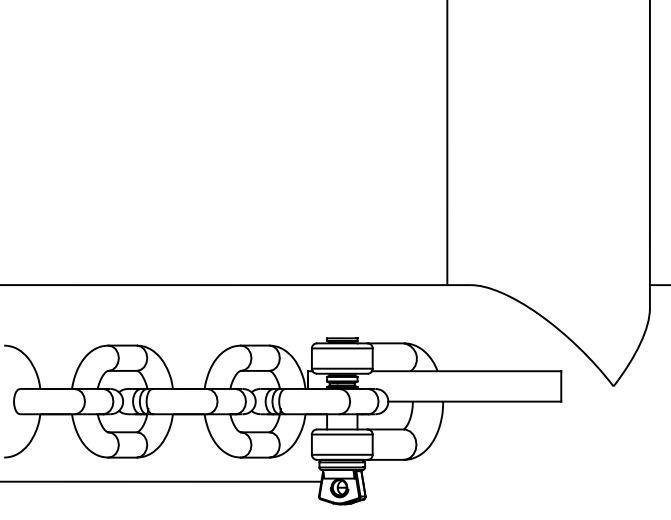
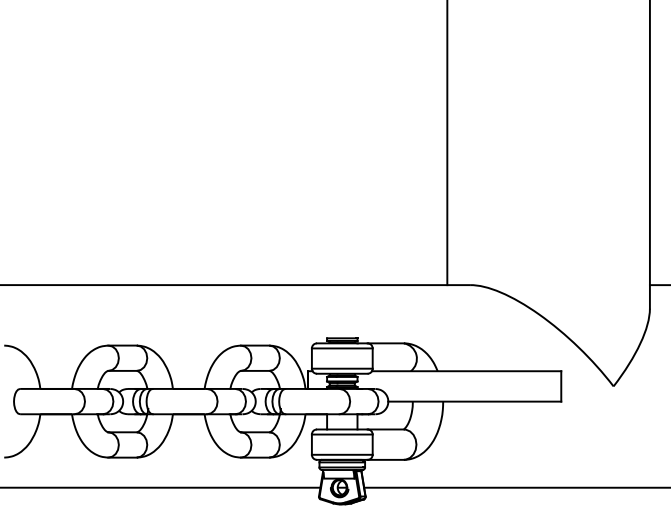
line at (161, 481) position: (161, 481) -> (161, 487)
line at (515, 487): none -> present
